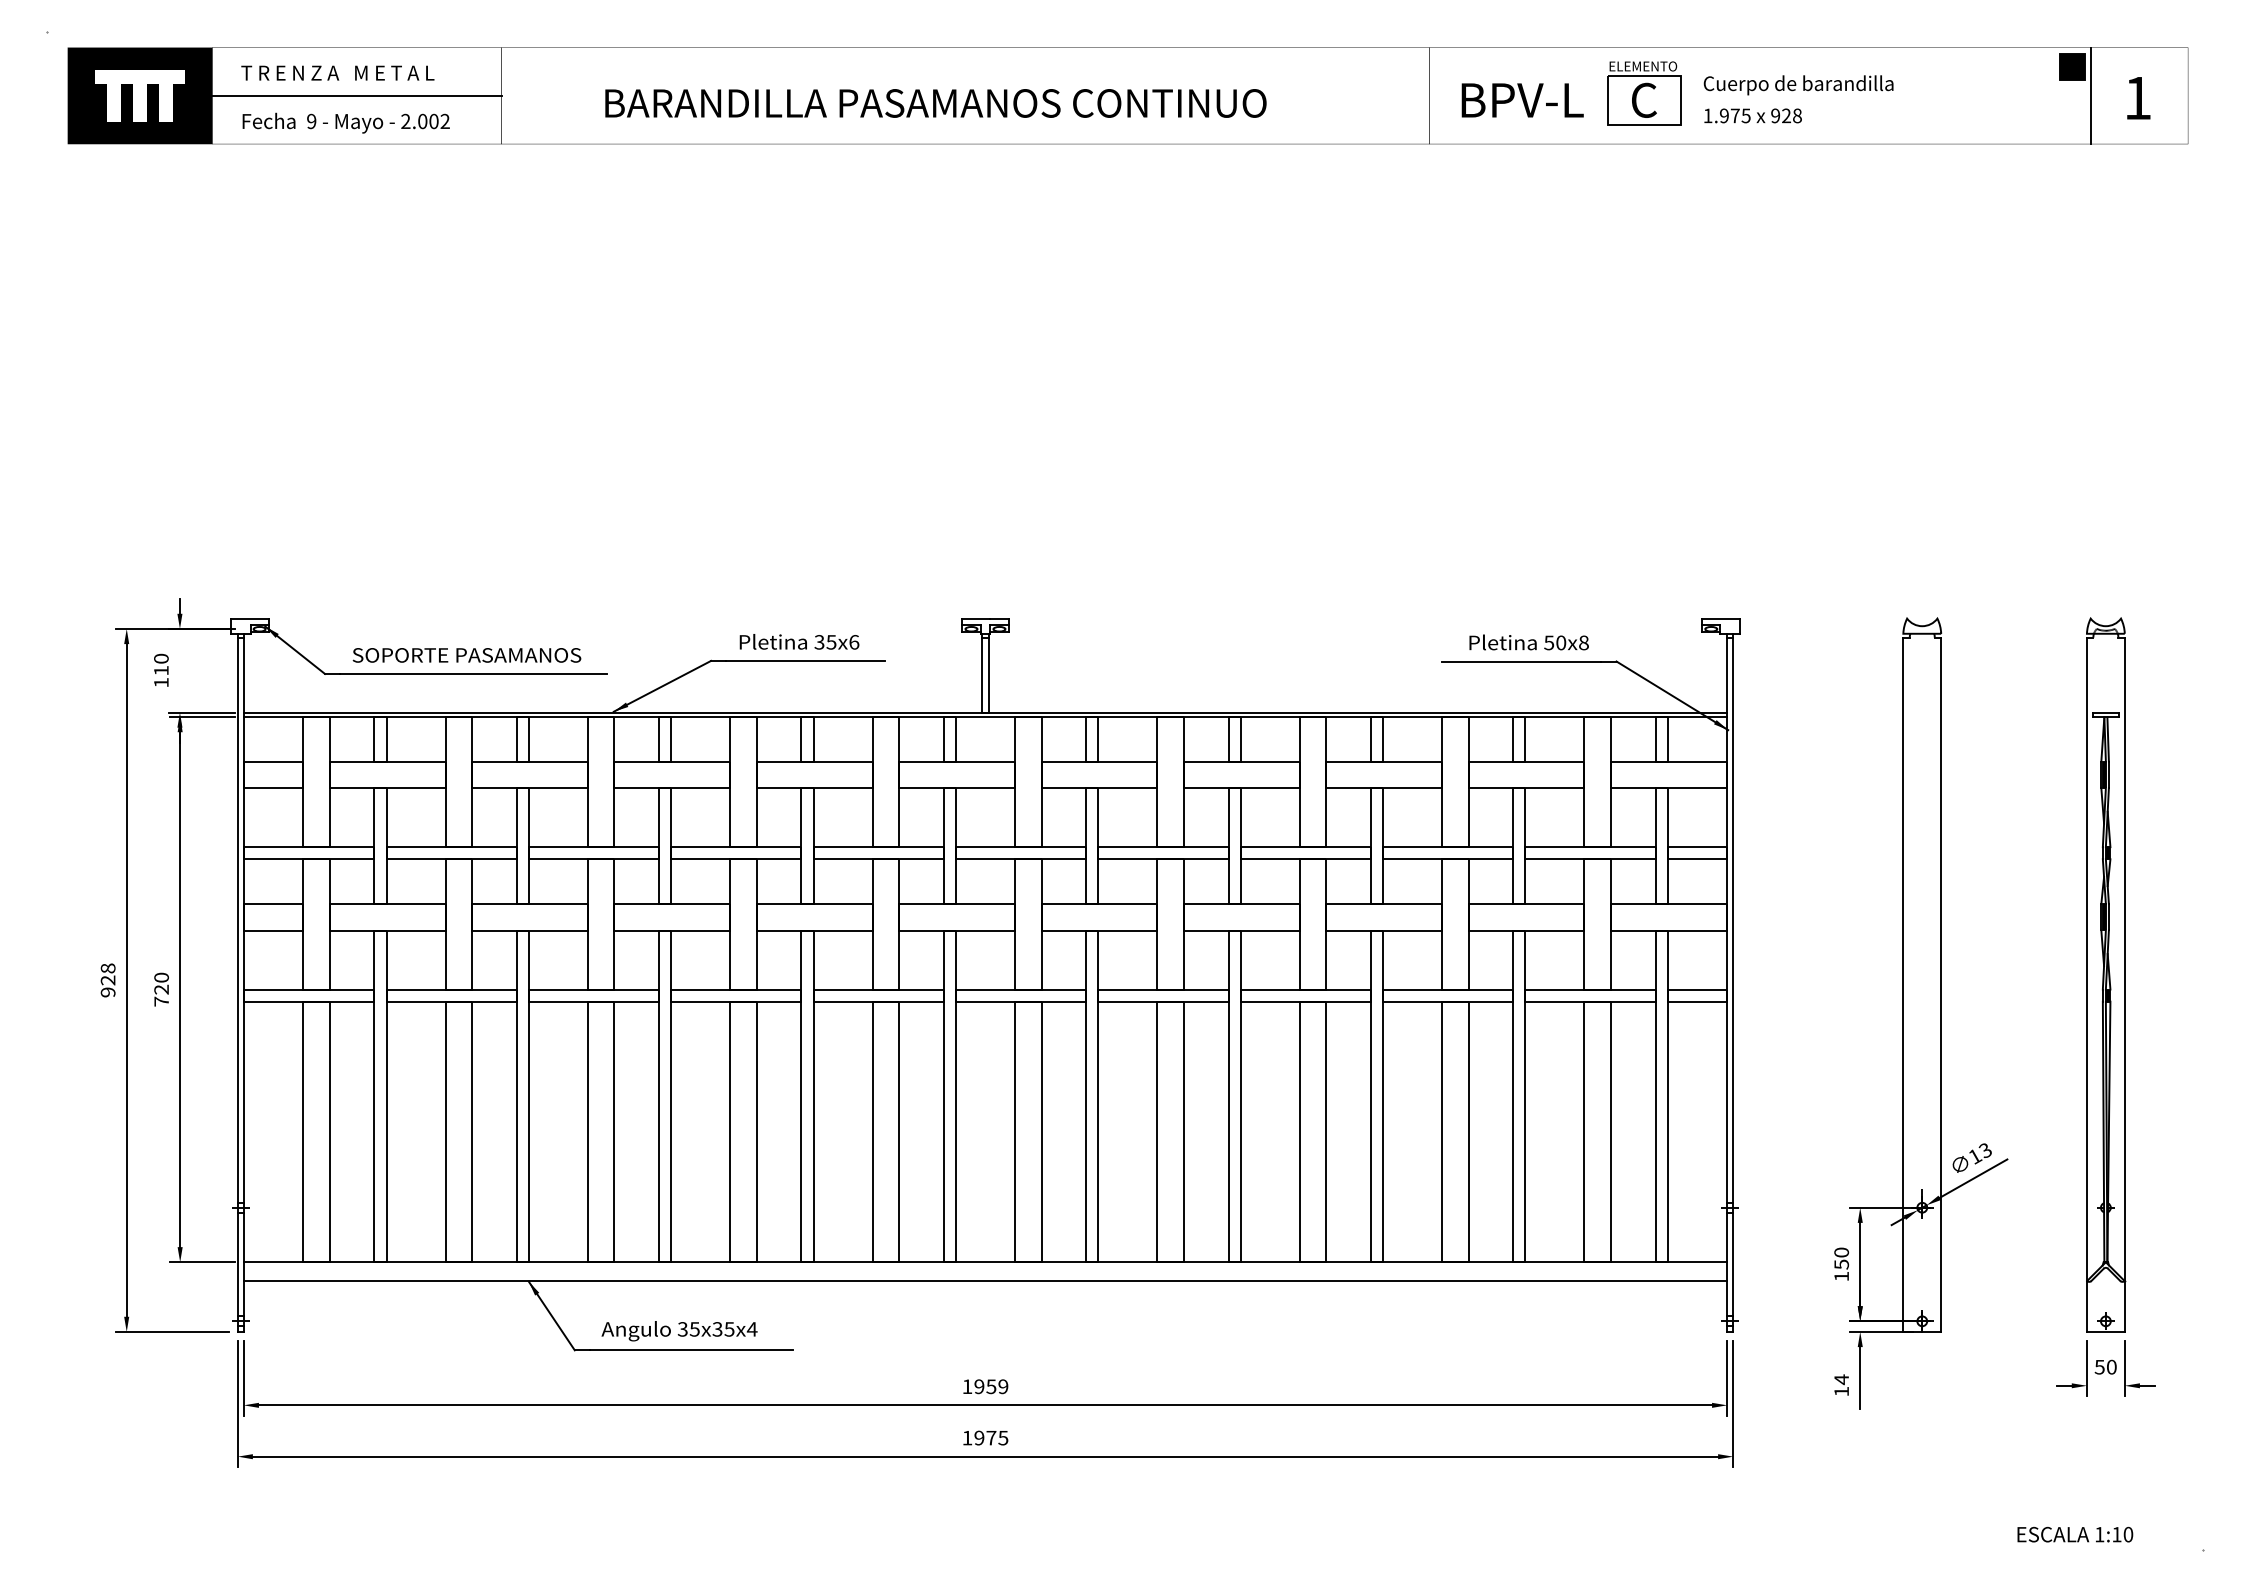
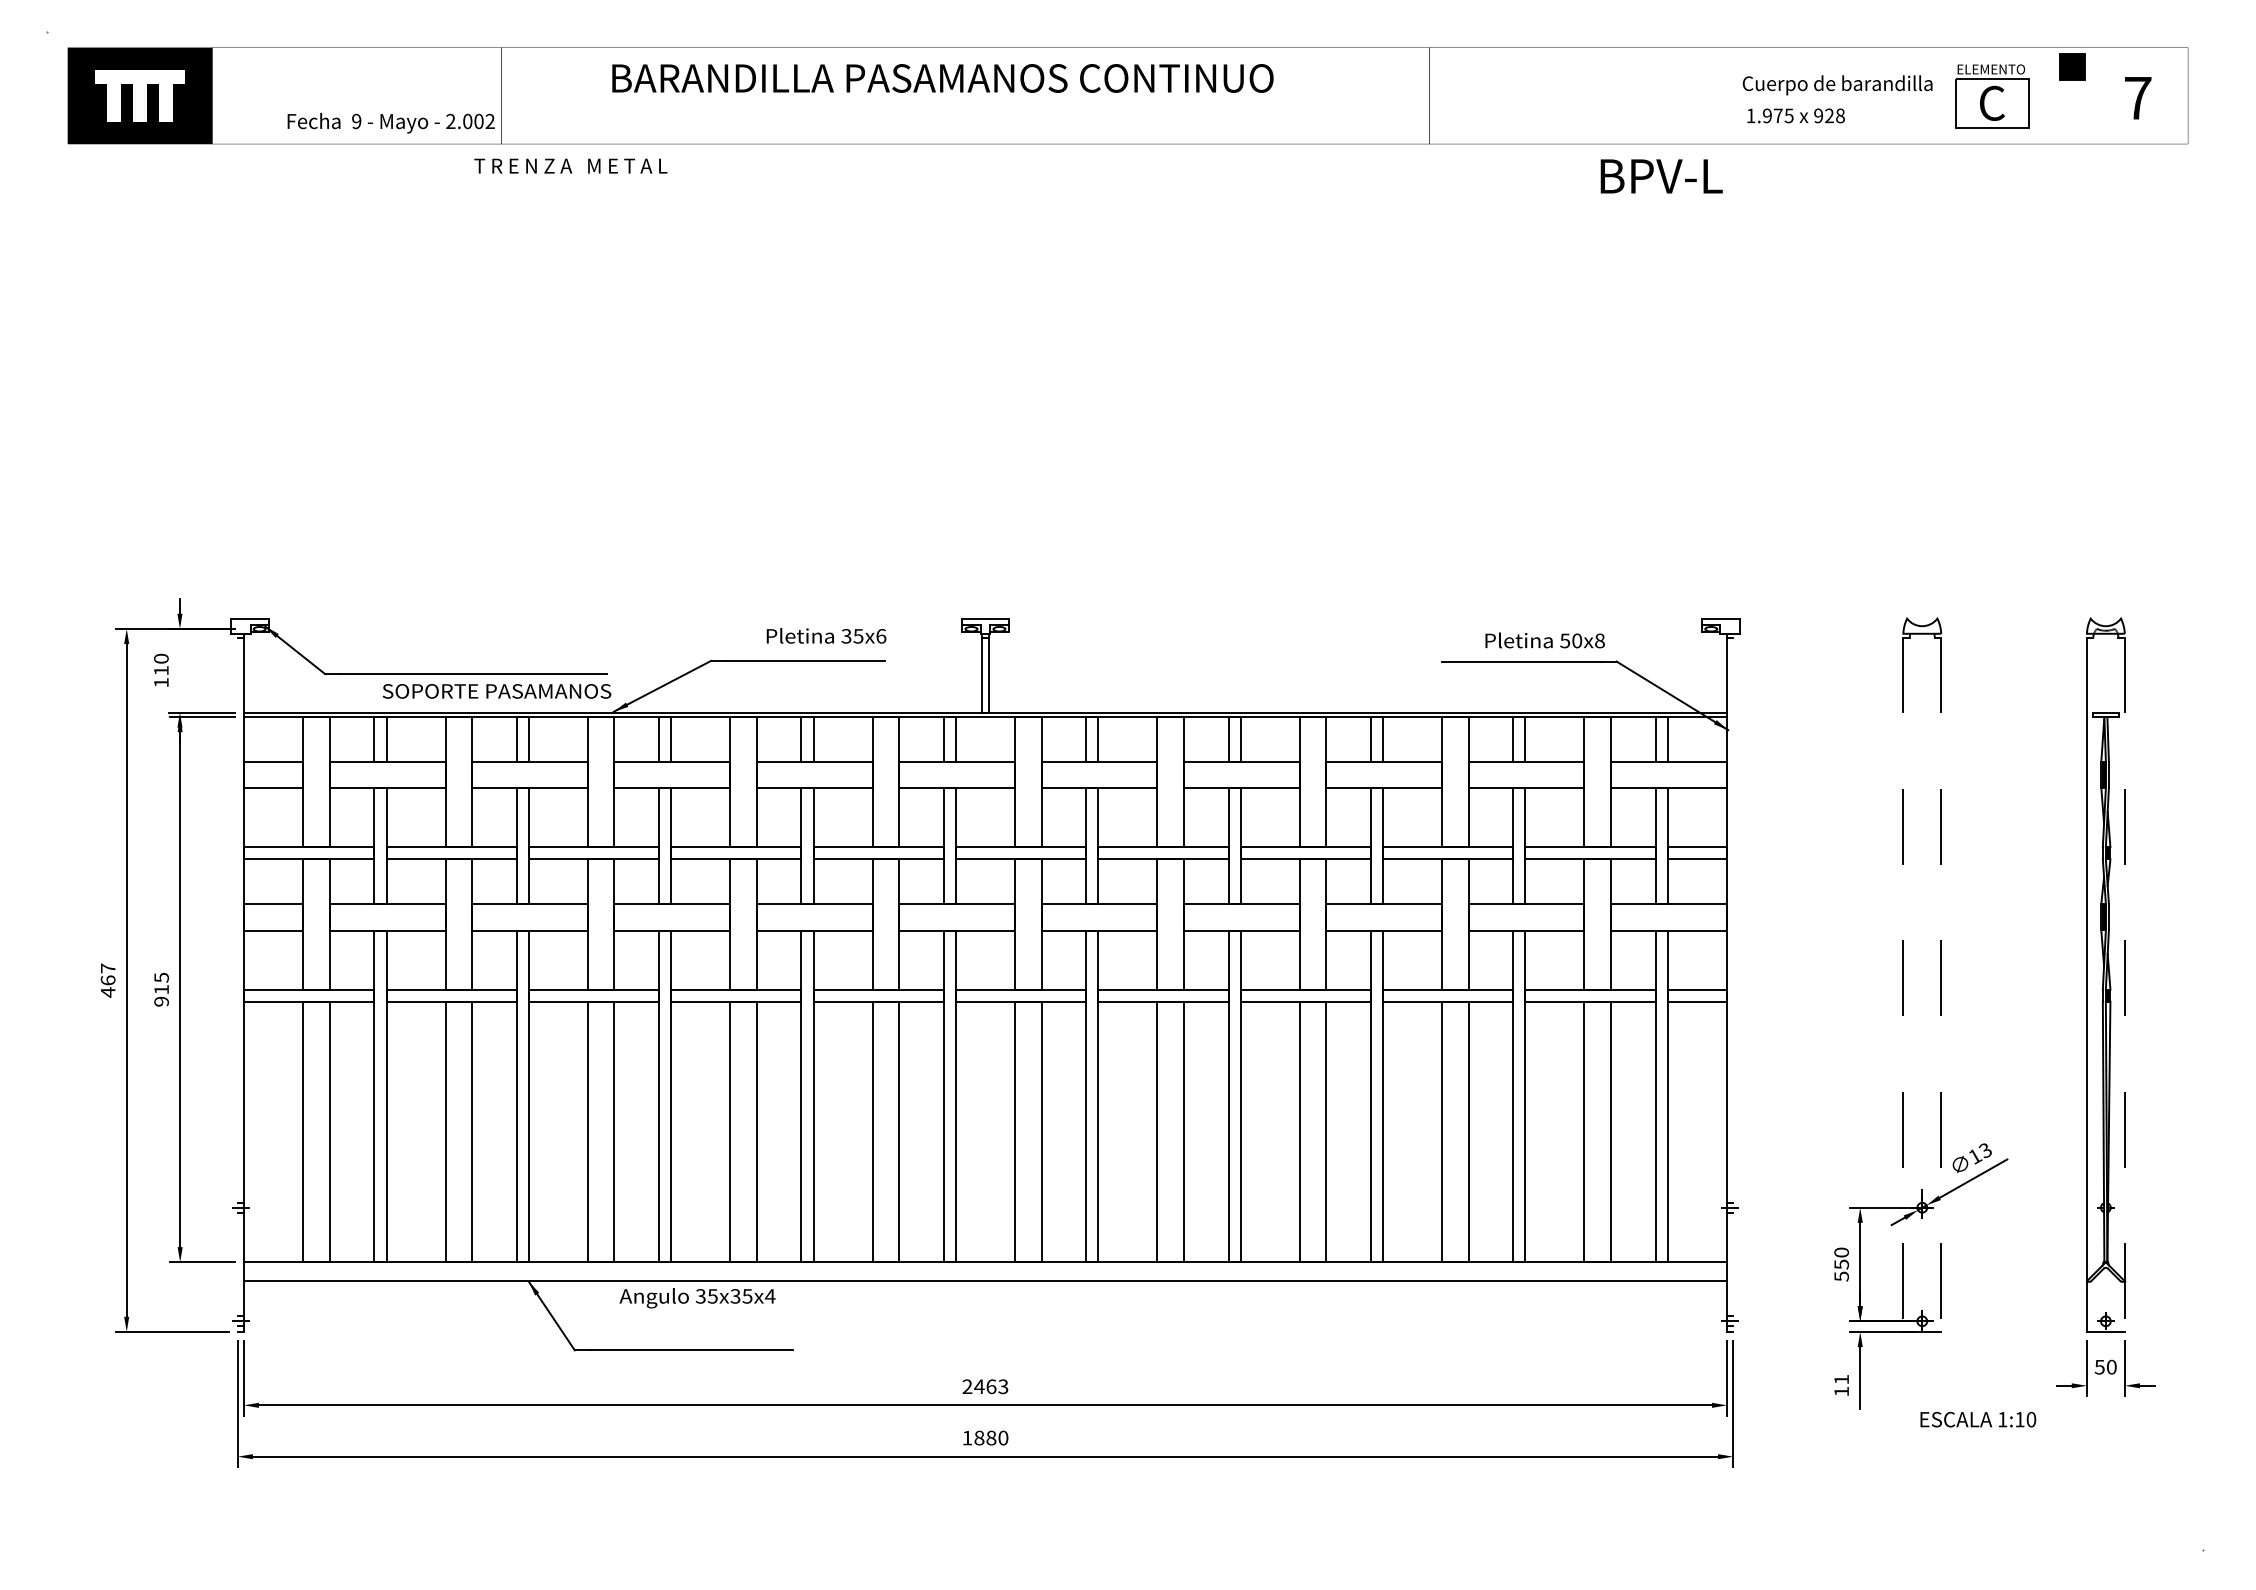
text at (337, 72) position: (337, 72) -> (570, 165)
text at (1798, 85) position: (1798, 85) -> (1837, 85)
part at (1644, 93) position: (1644, 93) -> (1992, 96)
line at (356, 95): present -> none
line at (2091, 95): present -> none
text at (2138, 98): 1 -> 7
text at (1522, 100) position: (1522, 100) -> (1661, 176)
text at (935, 103) position: (935, 103) -> (942, 78)
text at (1752, 115) position: (1752, 115) -> (1795, 115)
text at (345, 122) position: (345, 122) -> (390, 122)
text at (799, 641) position: (799, 641) -> (826, 635)
text at (1528, 642) position: (1528, 642) -> (1544, 640)
text at (466, 655) position: (466, 655) -> (496, 691)
text at (107, 980): 928 -> 467
line at (237, 982): present -> none
line at (1733, 982): present -> none
line at (1903, 985): solid -> dashed
line at (1941, 985): solid -> dashed
line at (2124, 985): solid -> dashed
text at (161, 989): 720 -> 915
text at (1841, 1276): 150 -> 550
text at (679, 1331) position: (679, 1331) -> (697, 1298)
text at (1841, 1379): 14 -> 11
text at (985, 1386): 1959 -> 2463
text at (991, 1437): 1975 -> 1880
text at (2075, 1534) position: (2075, 1534) -> (1978, 1419)
